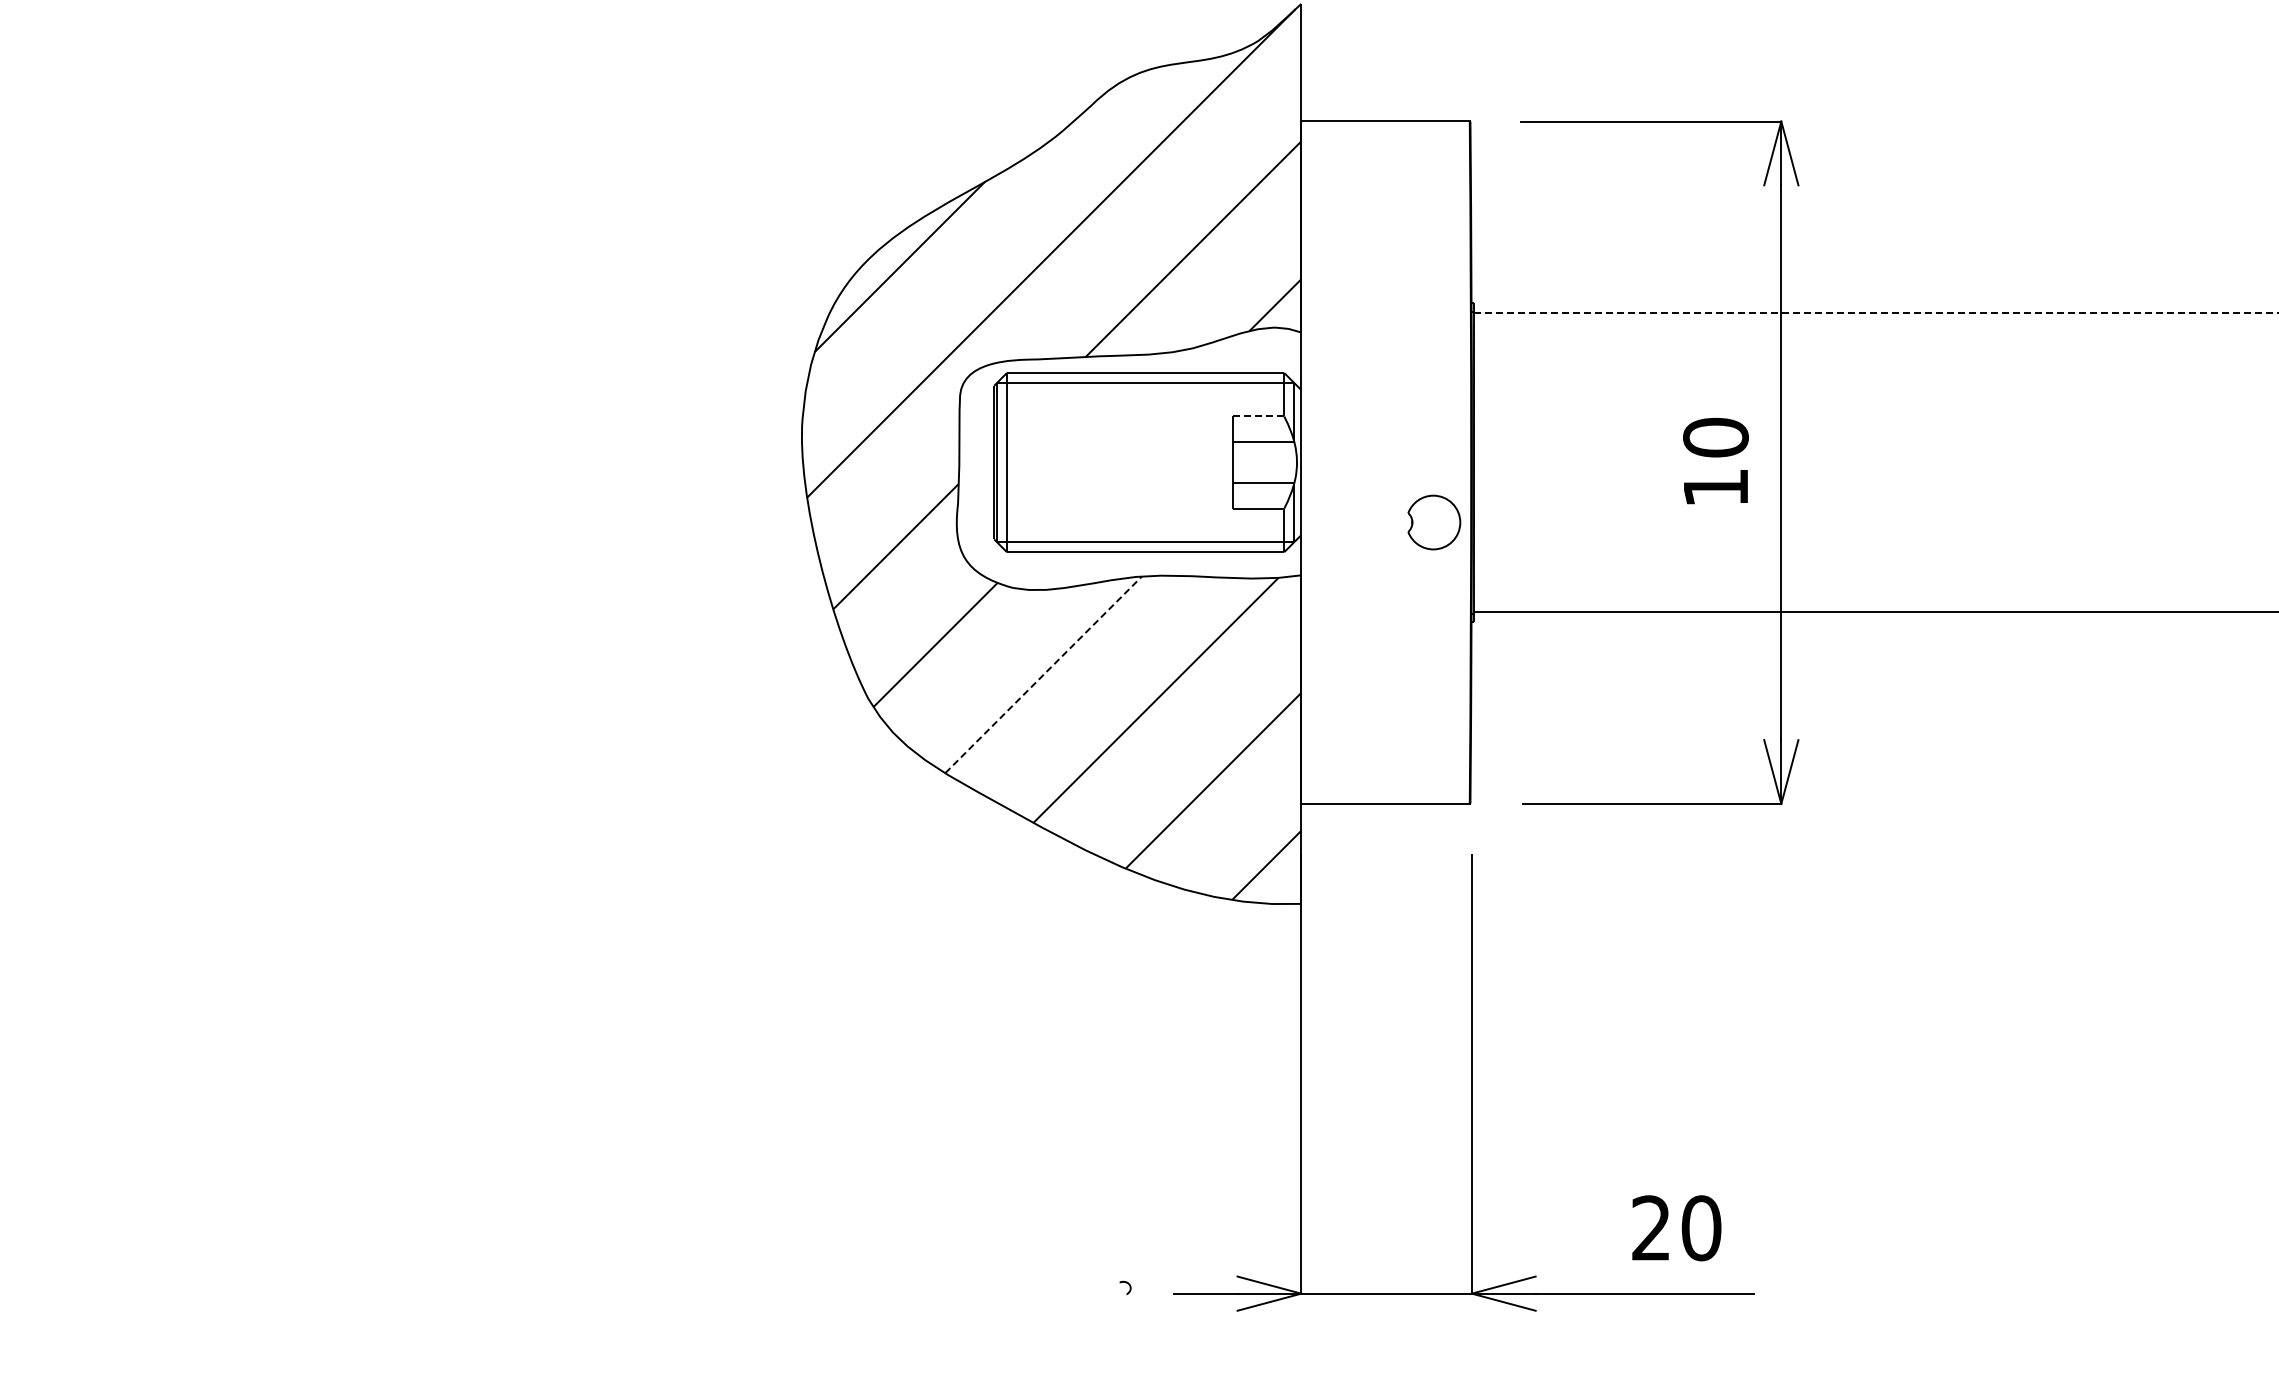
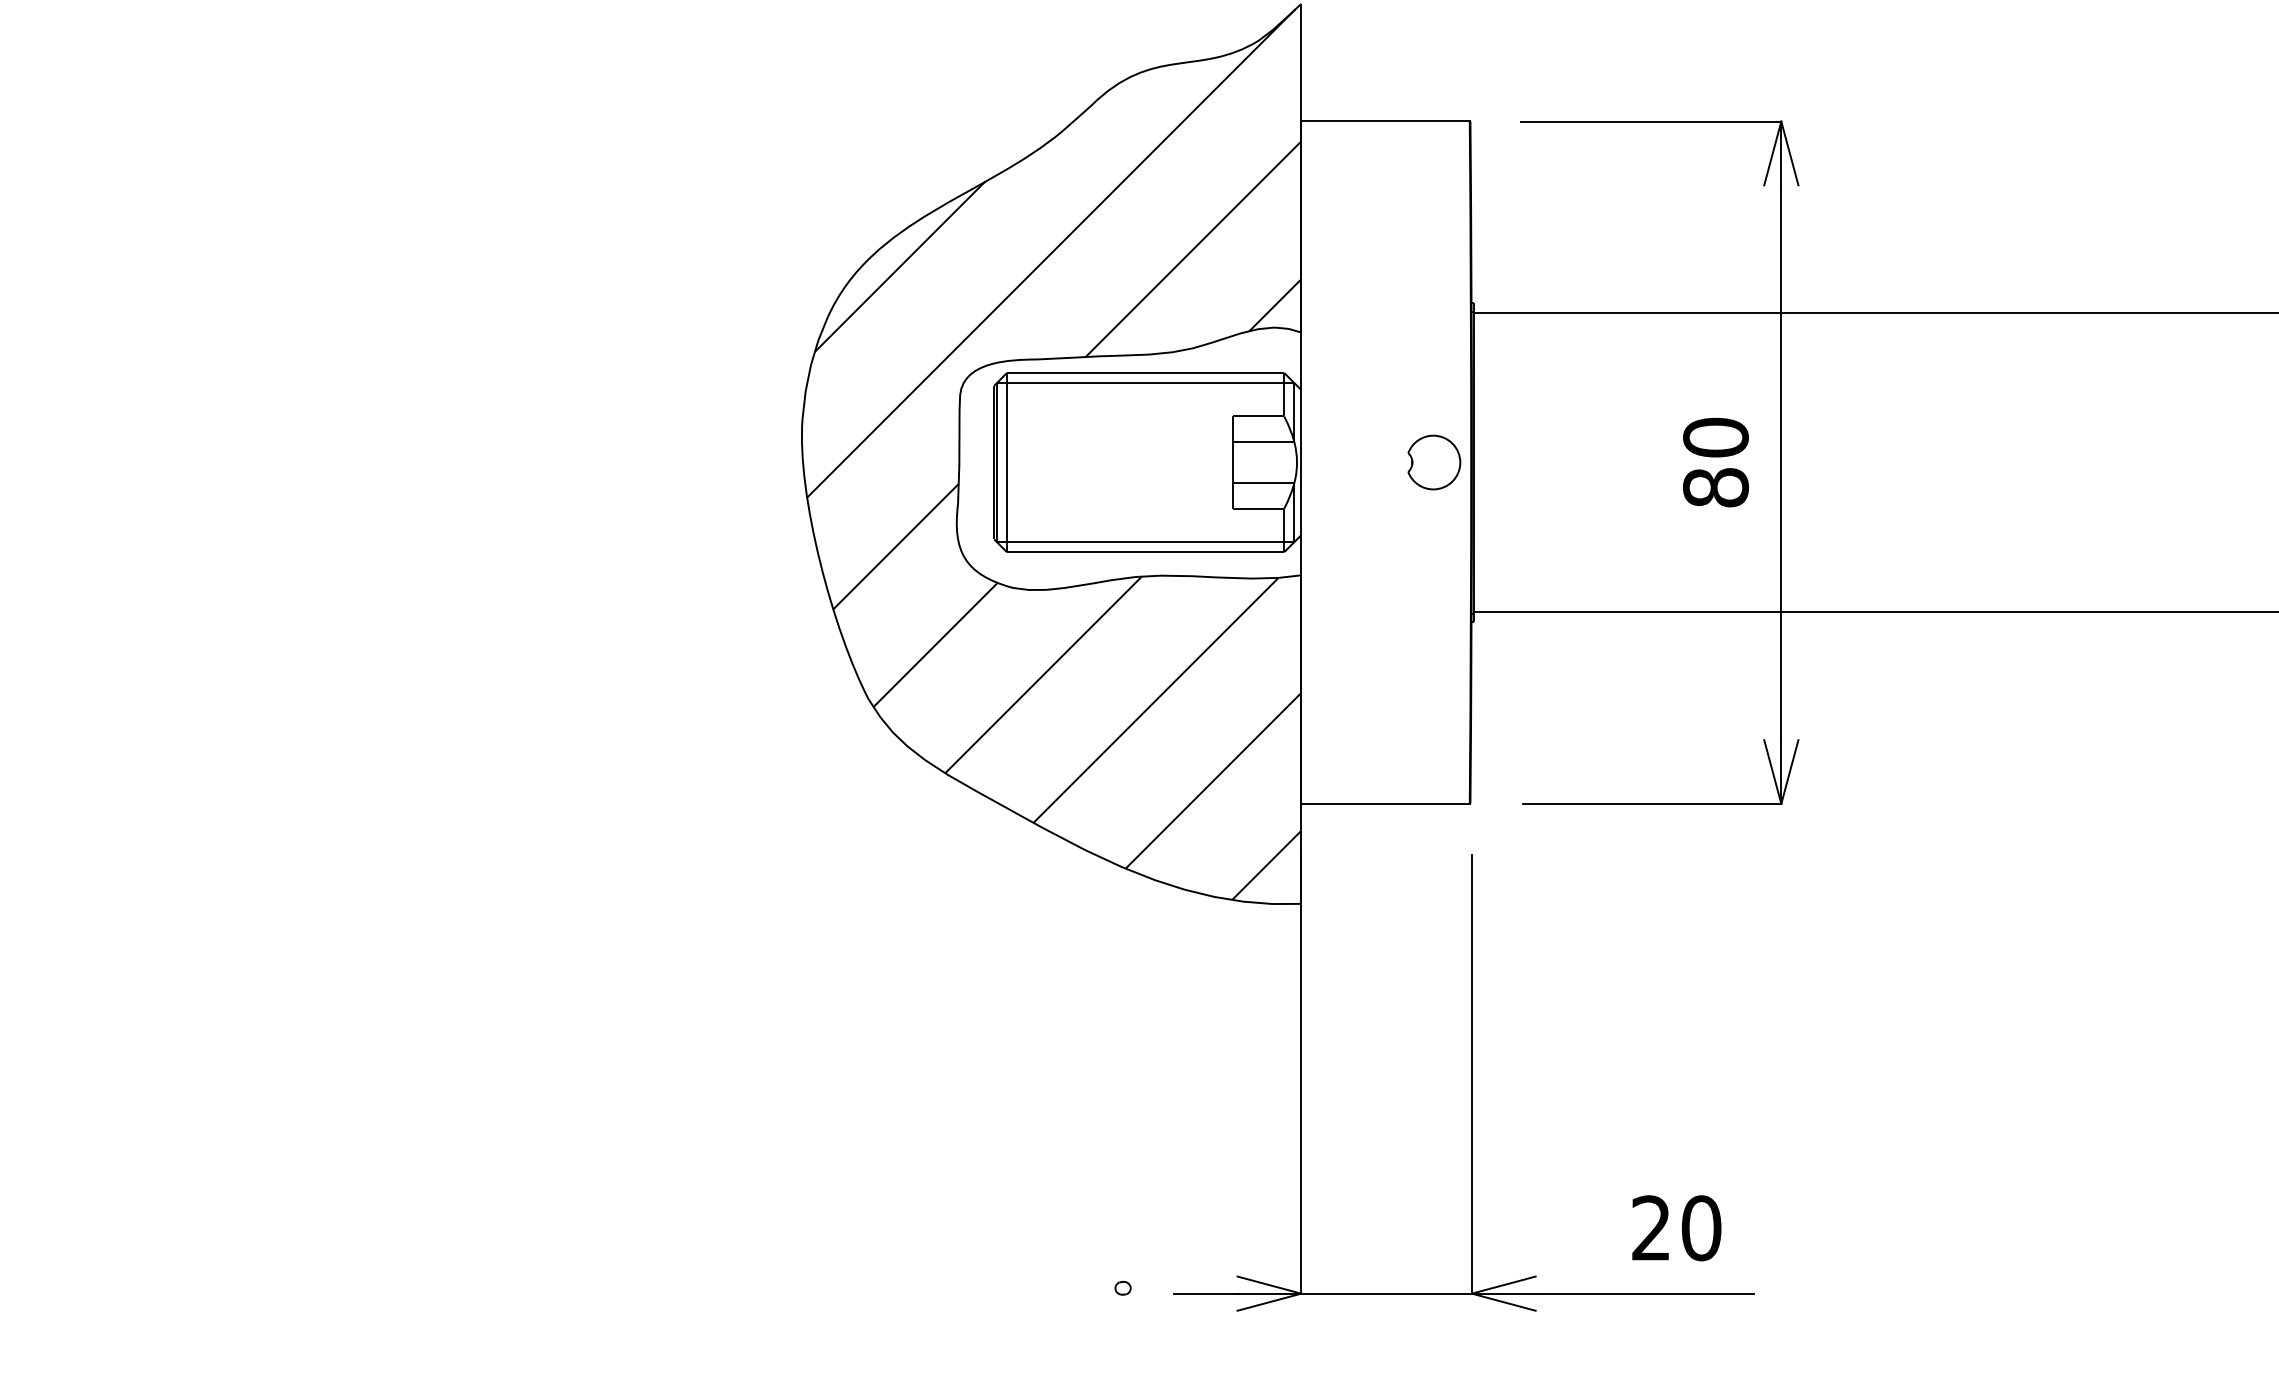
line at (1876, 313): dashed -> solid
line at (1258, 416): dashed -> solid
text at (1715, 487): 10 -> 80
part at (1434, 522) position: (1434, 522) -> (1434, 462)
line at (1043, 674): dashed -> solid
fill at (1120, 1288): none -> present
